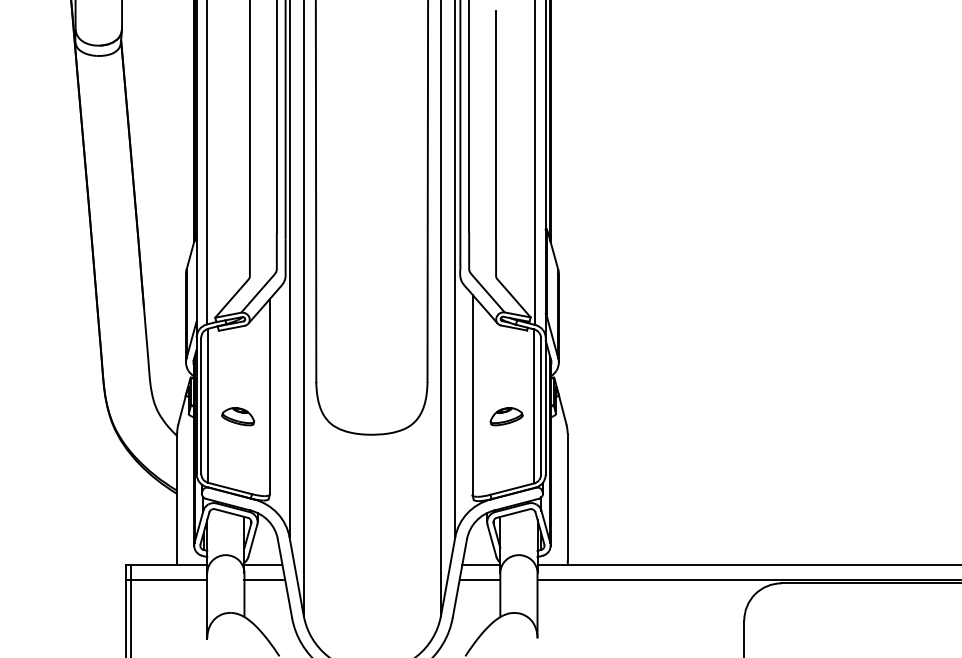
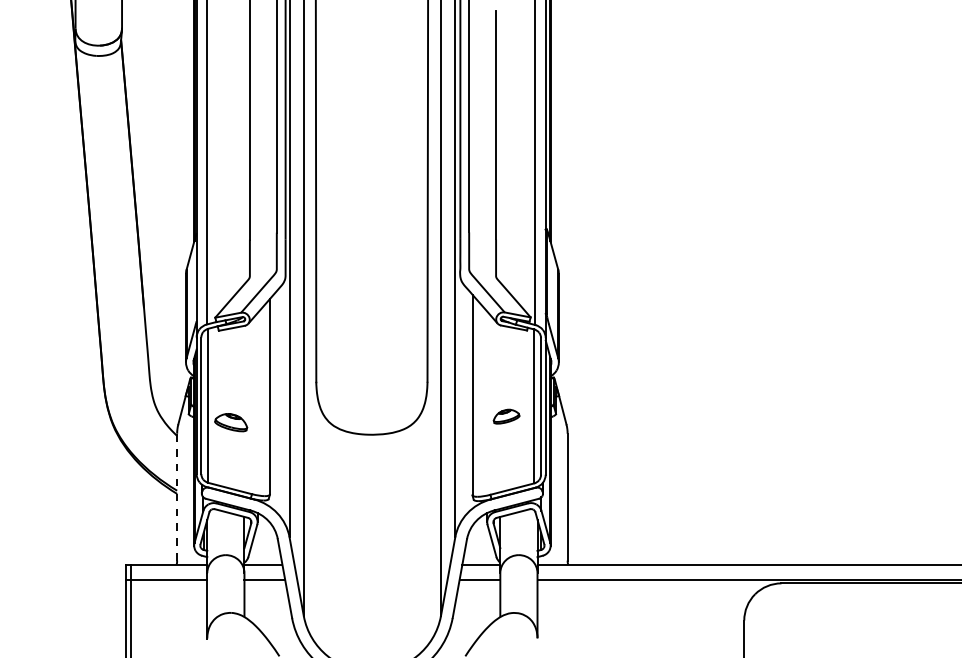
part at (238, 416) position: (238, 416) -> (231, 422)
part at (506, 416) size: 35x20 px -> 29x17 px
line at (177, 496): solid -> dashed
